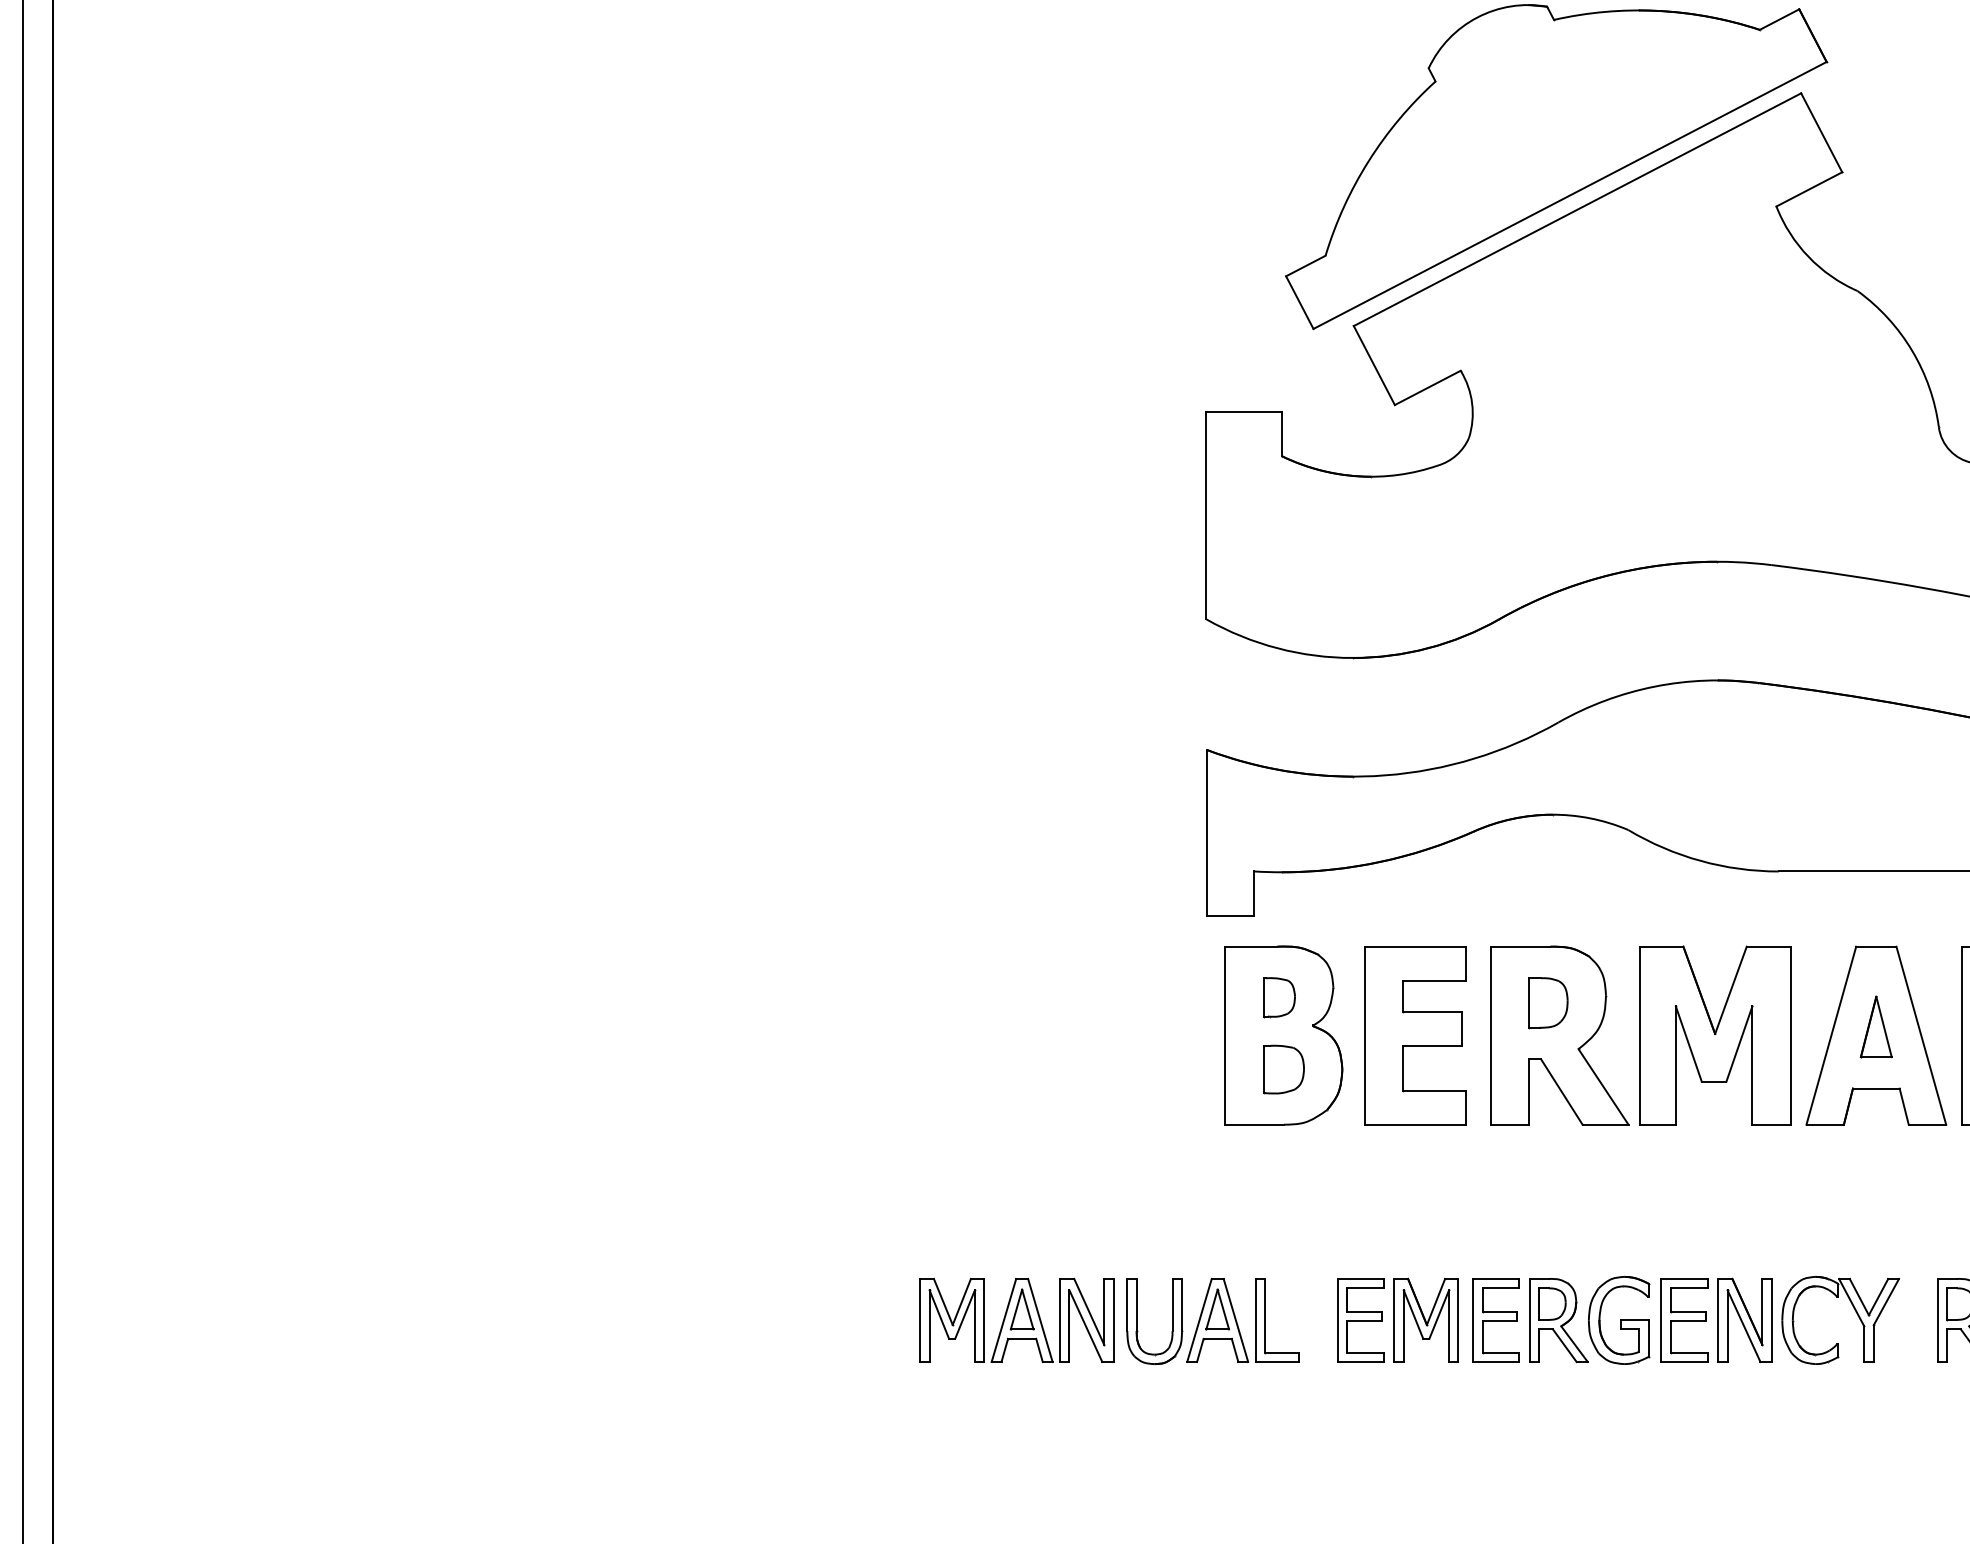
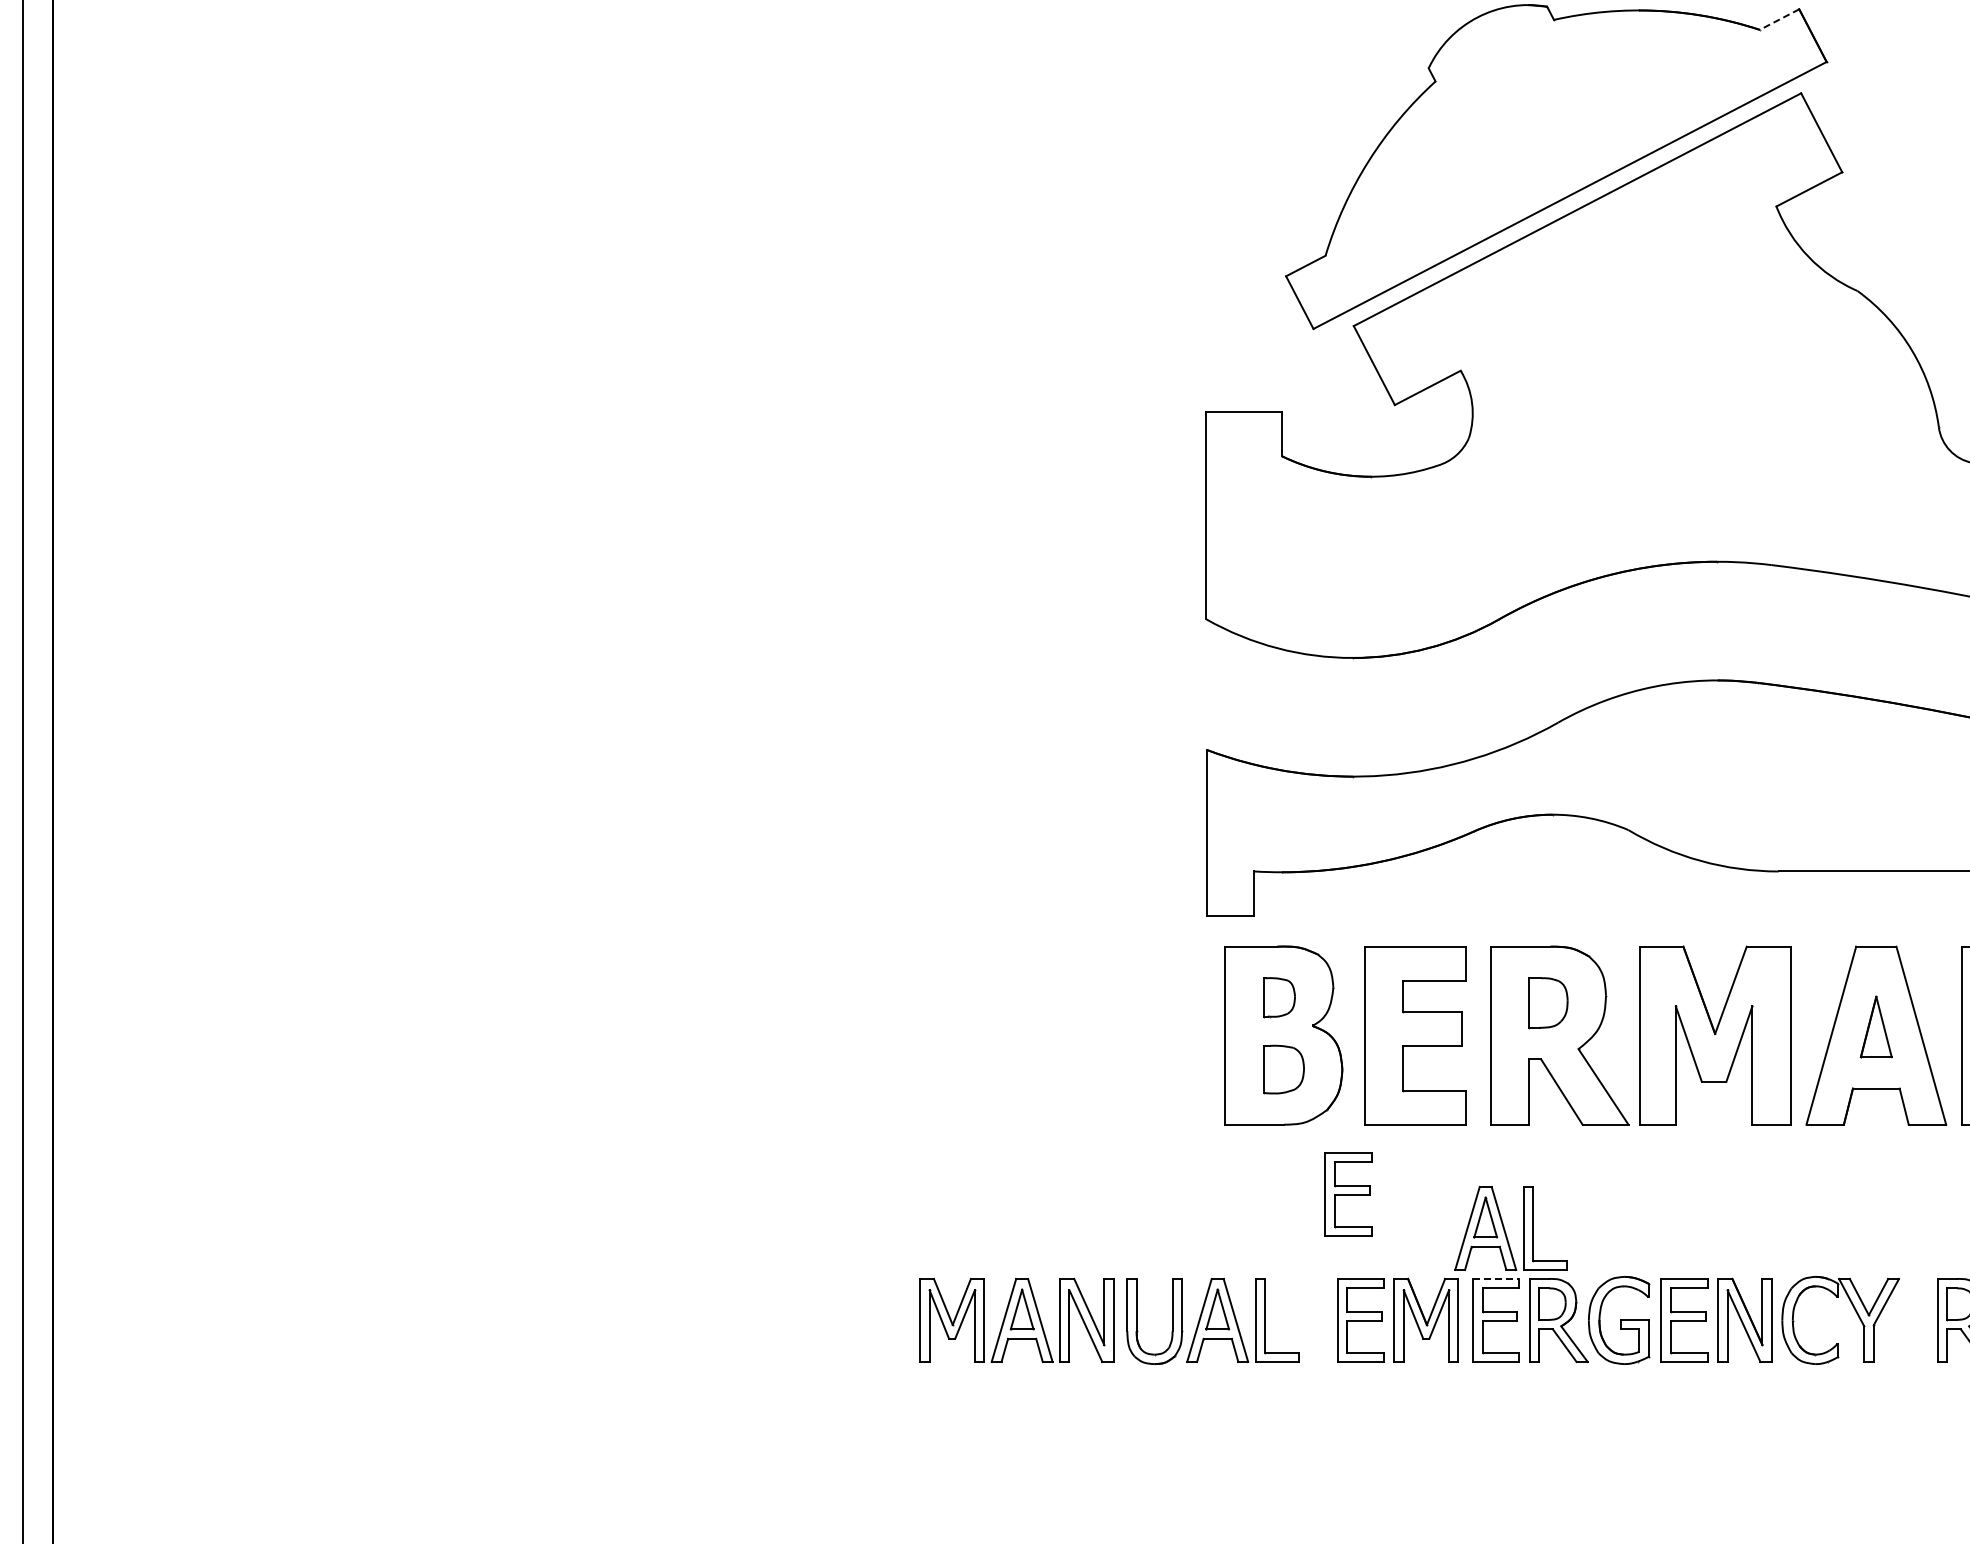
line at (1779, 19): solid -> dashed
part at (1348, 1194): none -> present
part at (1510, 1228): none -> present
line at (1496, 1278): solid -> dashed
